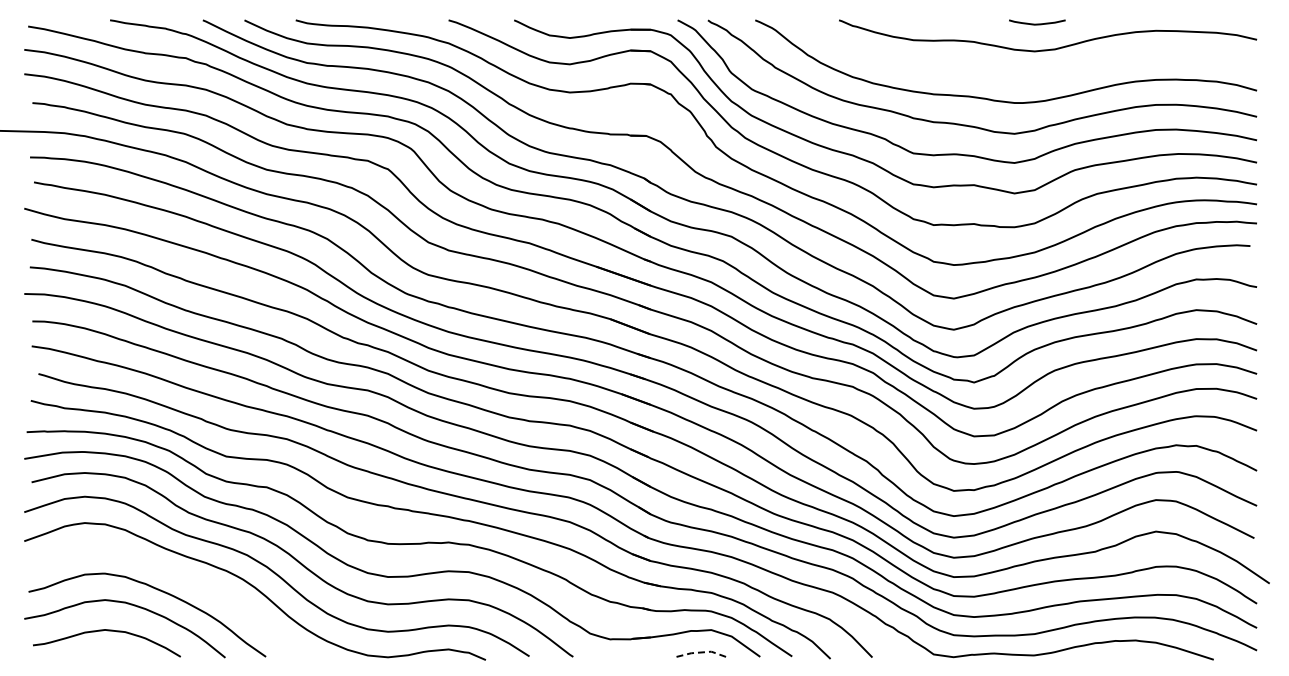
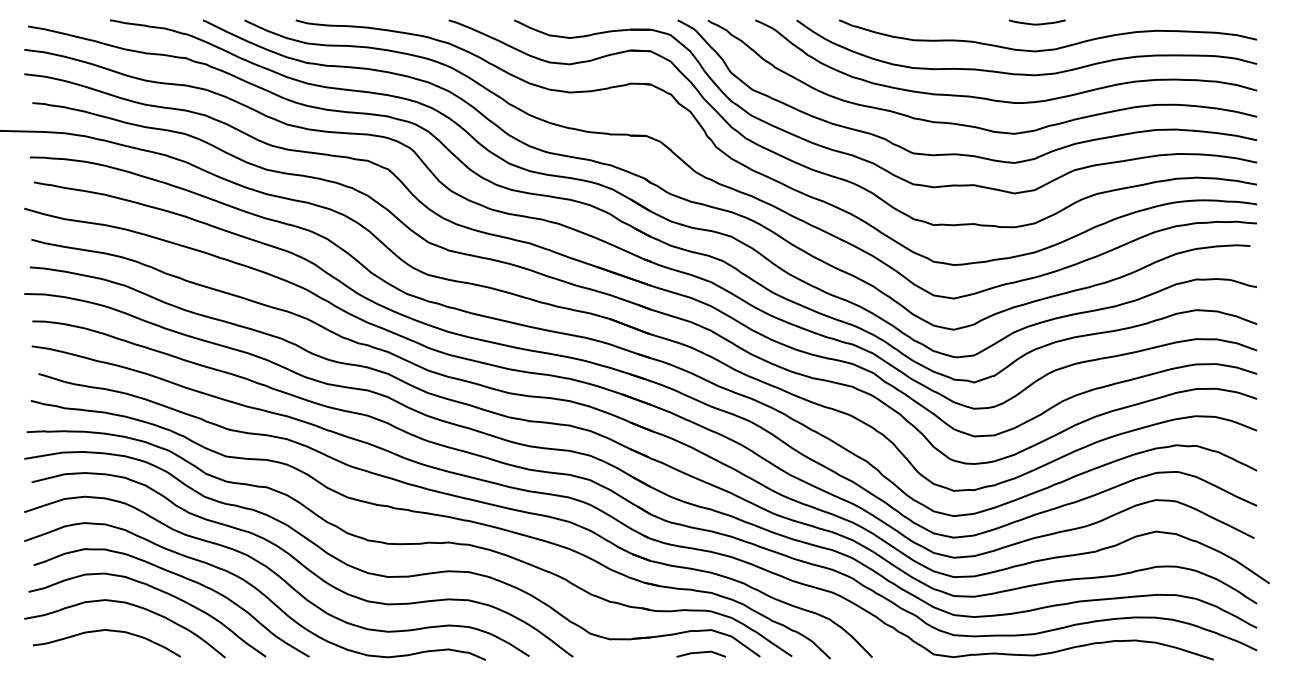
curve at (1025, 73): none -> present
curve at (183, 578): none -> present
line at (700, 652): dashed -> solid
